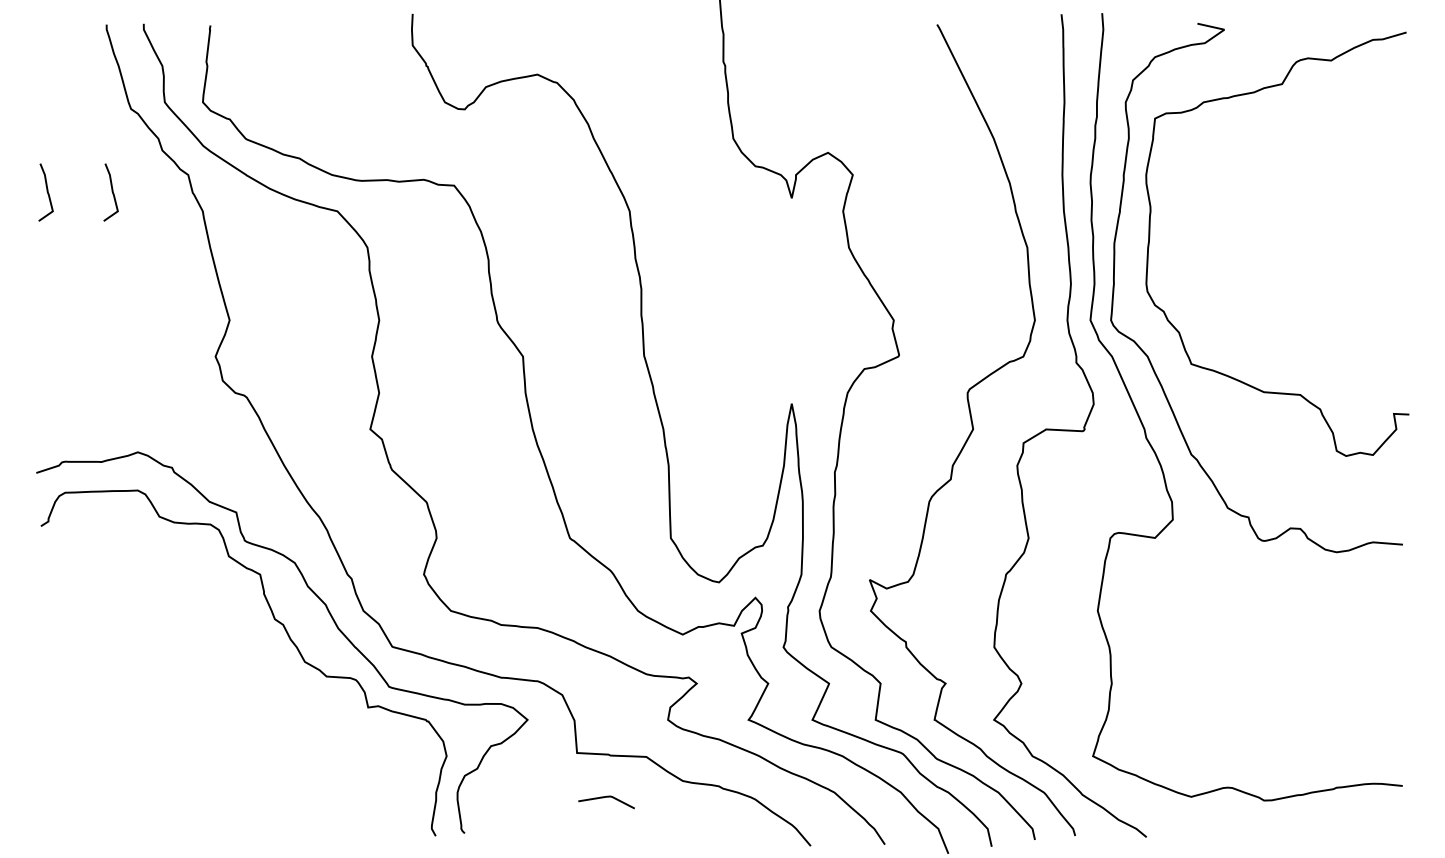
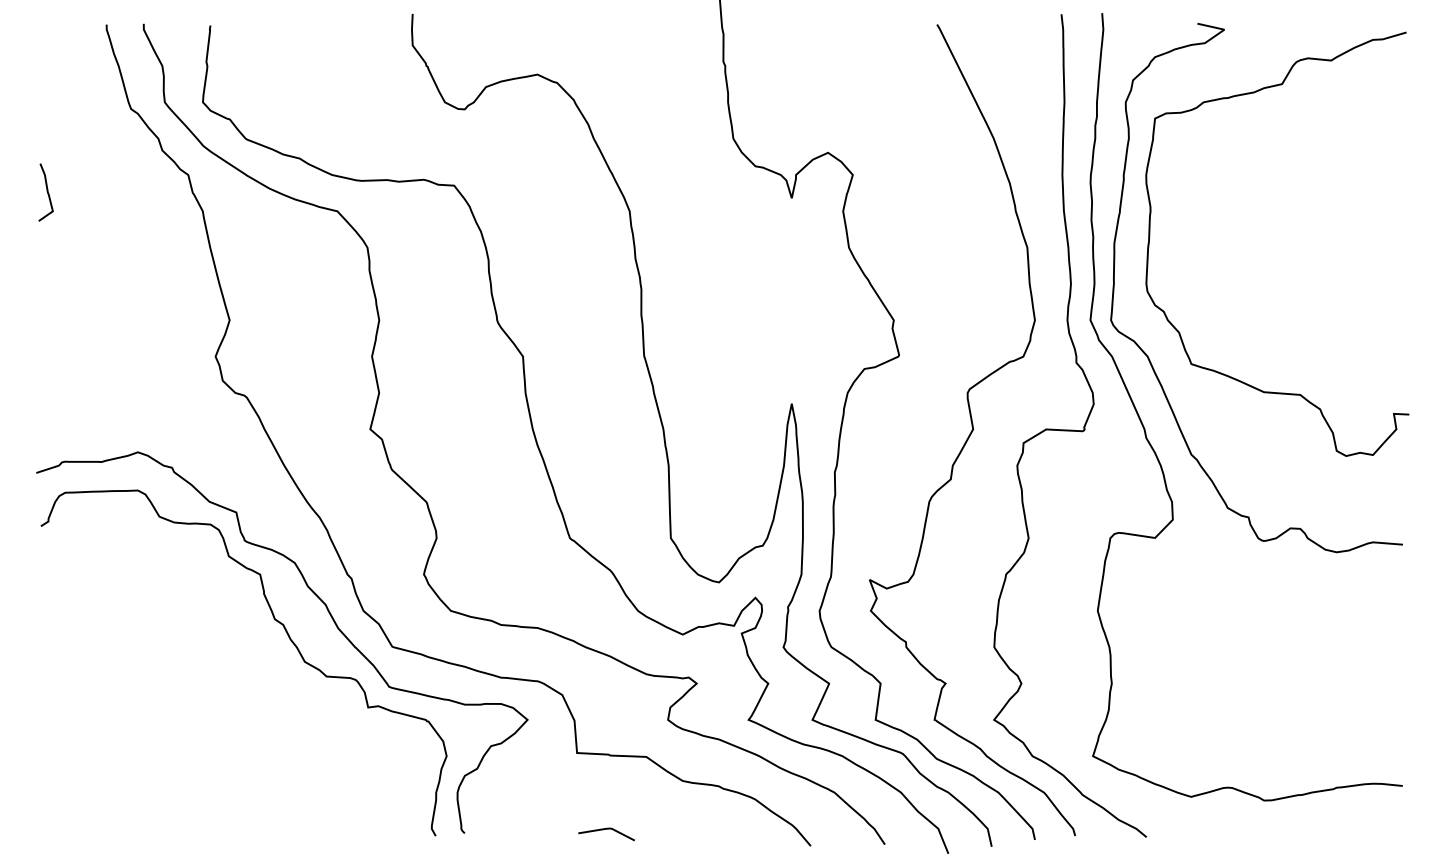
curve at (111, 191): present -> none
curve at (606, 797) position: (606, 797) -> (606, 829)
